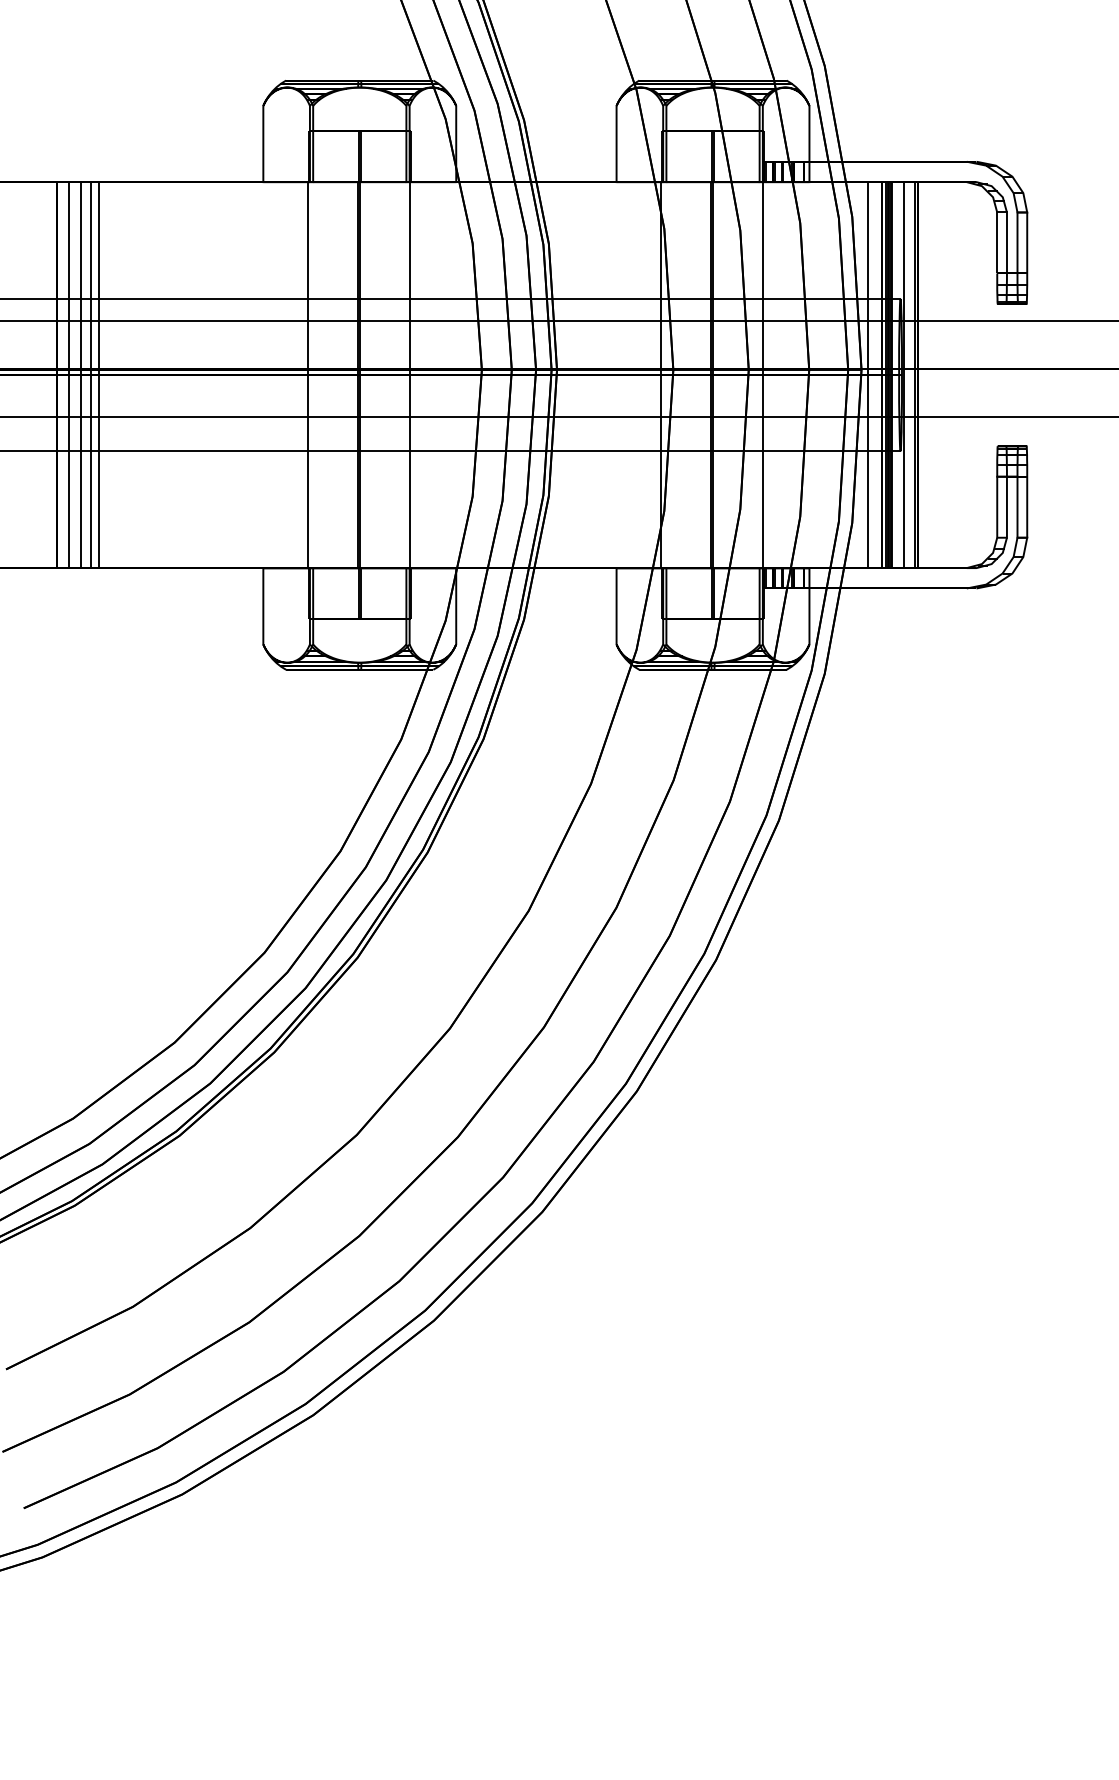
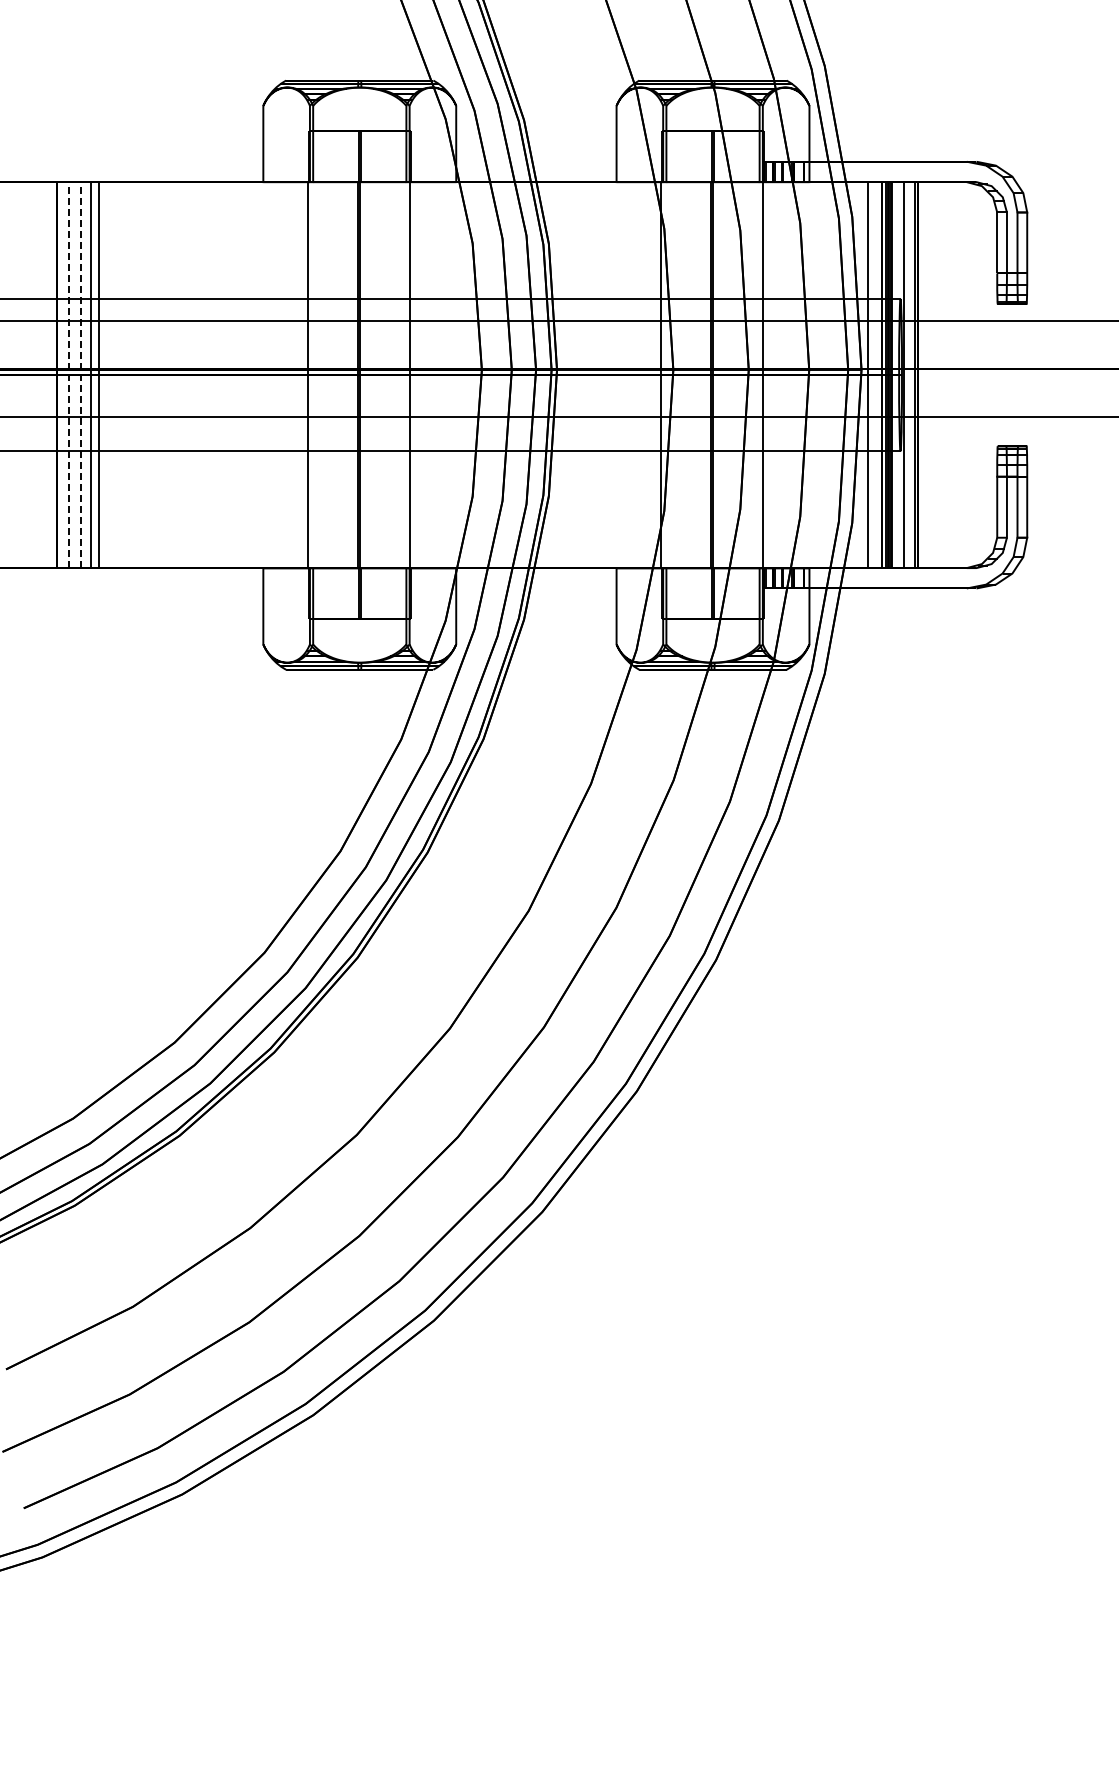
line at (69, 375): solid -> dashed
line at (80, 375): solid -> dashed
